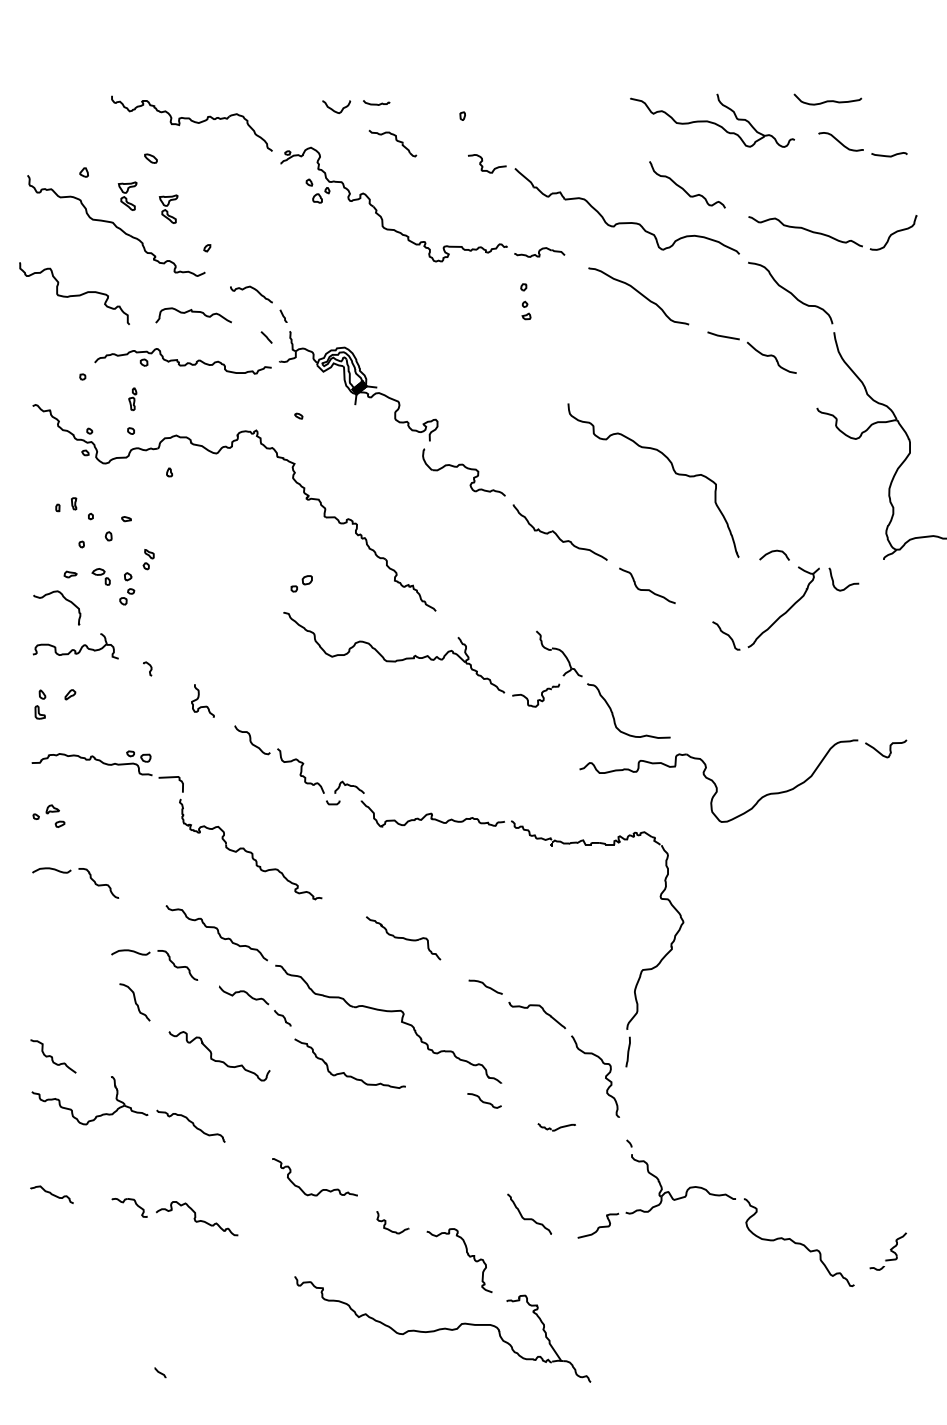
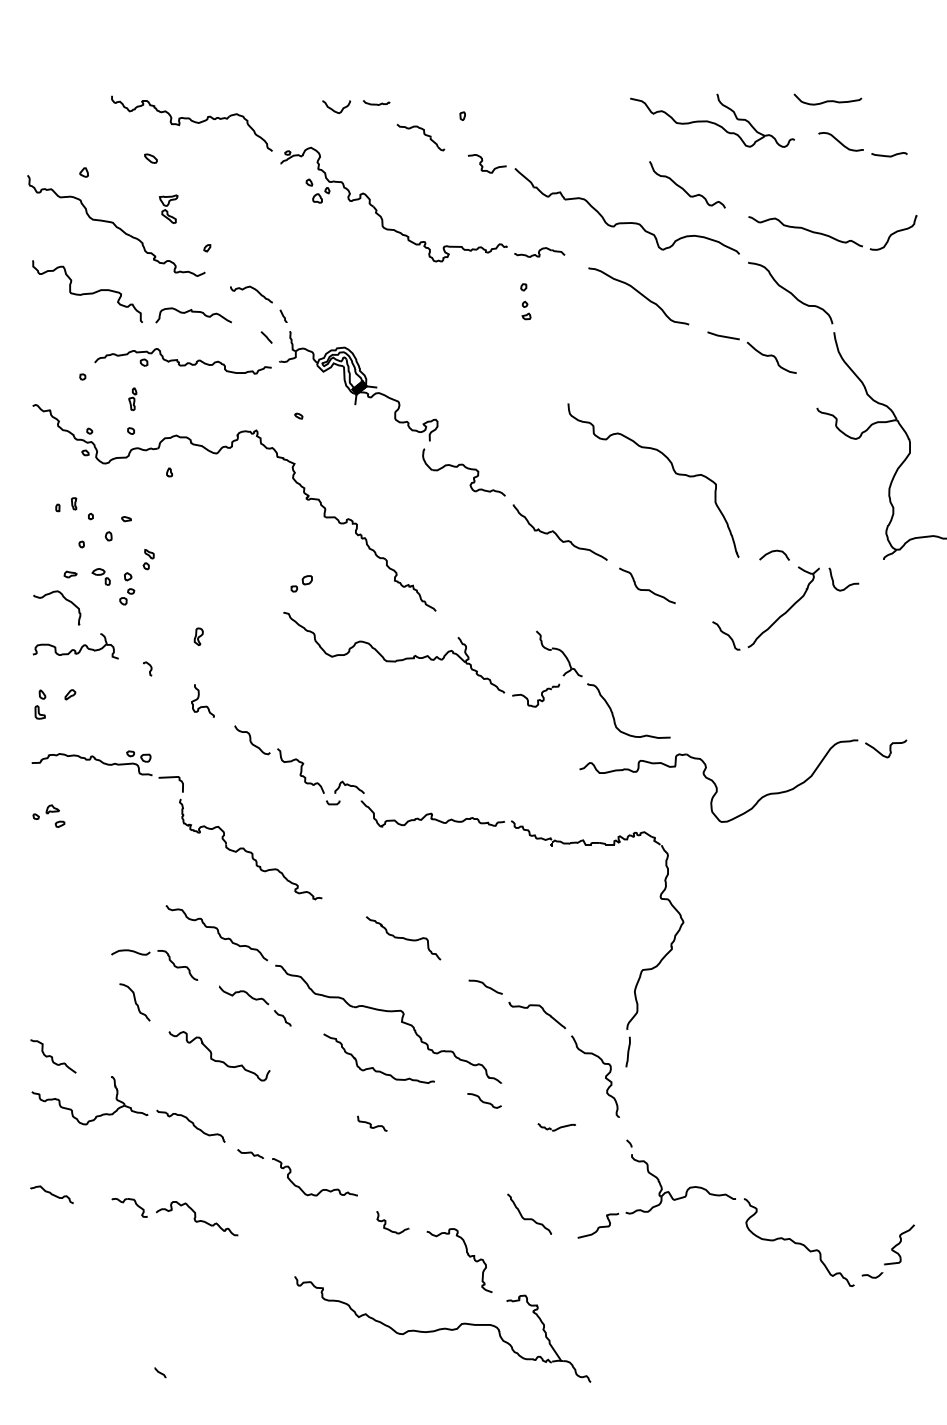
part at (392, 143) position: (392, 143) -> (420, 137)
part at (127, 195): present -> none
curve at (75, 294) position: (75, 294) -> (88, 292)
part at (198, 636): none -> present
part at (68, 873): present -> none
curve at (344, 1072) position: (344, 1072) -> (373, 1067)
curve at (371, 1123): none -> present
curve at (250, 1153): none -> present
part at (887, 1251) size: 38x39 px -> 54x55 px
